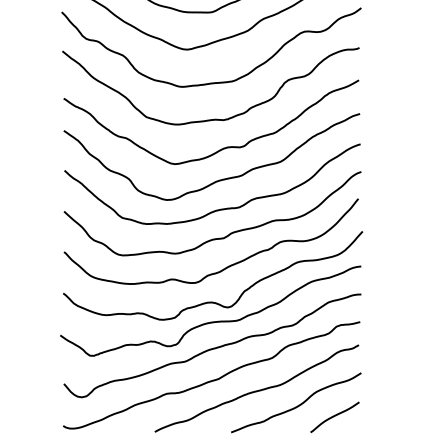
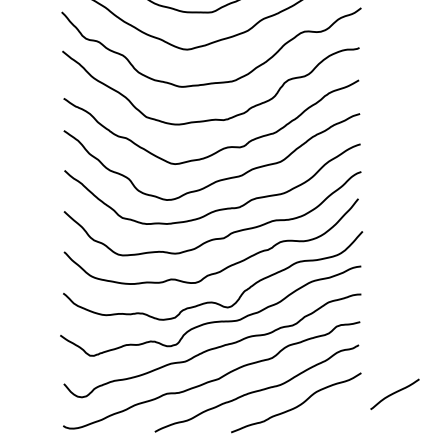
curve at (334, 416) position: (334, 416) -> (394, 393)
